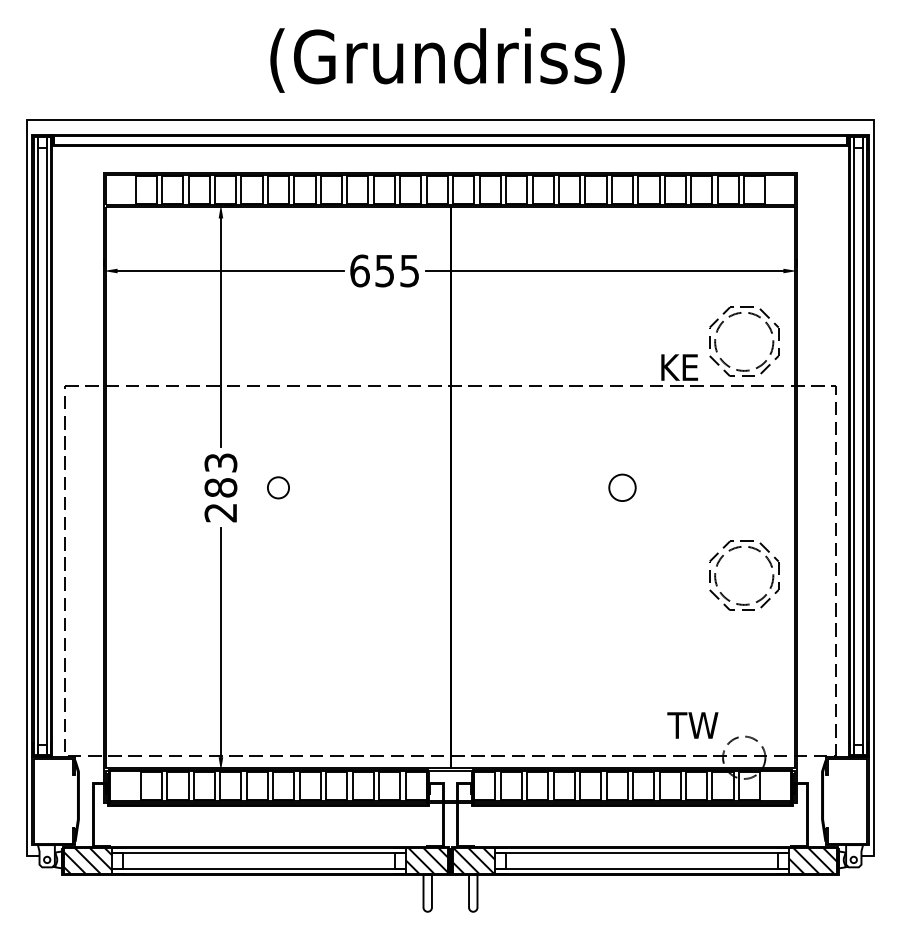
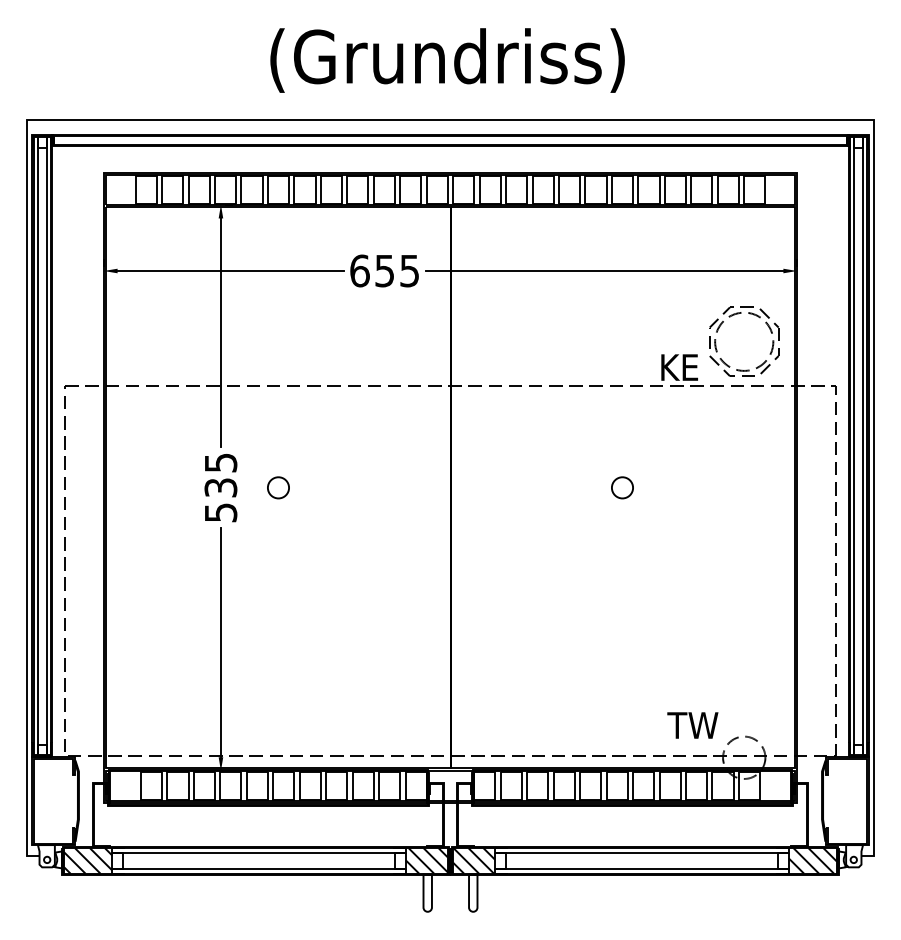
text at (220, 487): 283 -> 535
circle at (622, 487) size: 29x29 px -> 23x24 px
part at (749, 548): present -> none
